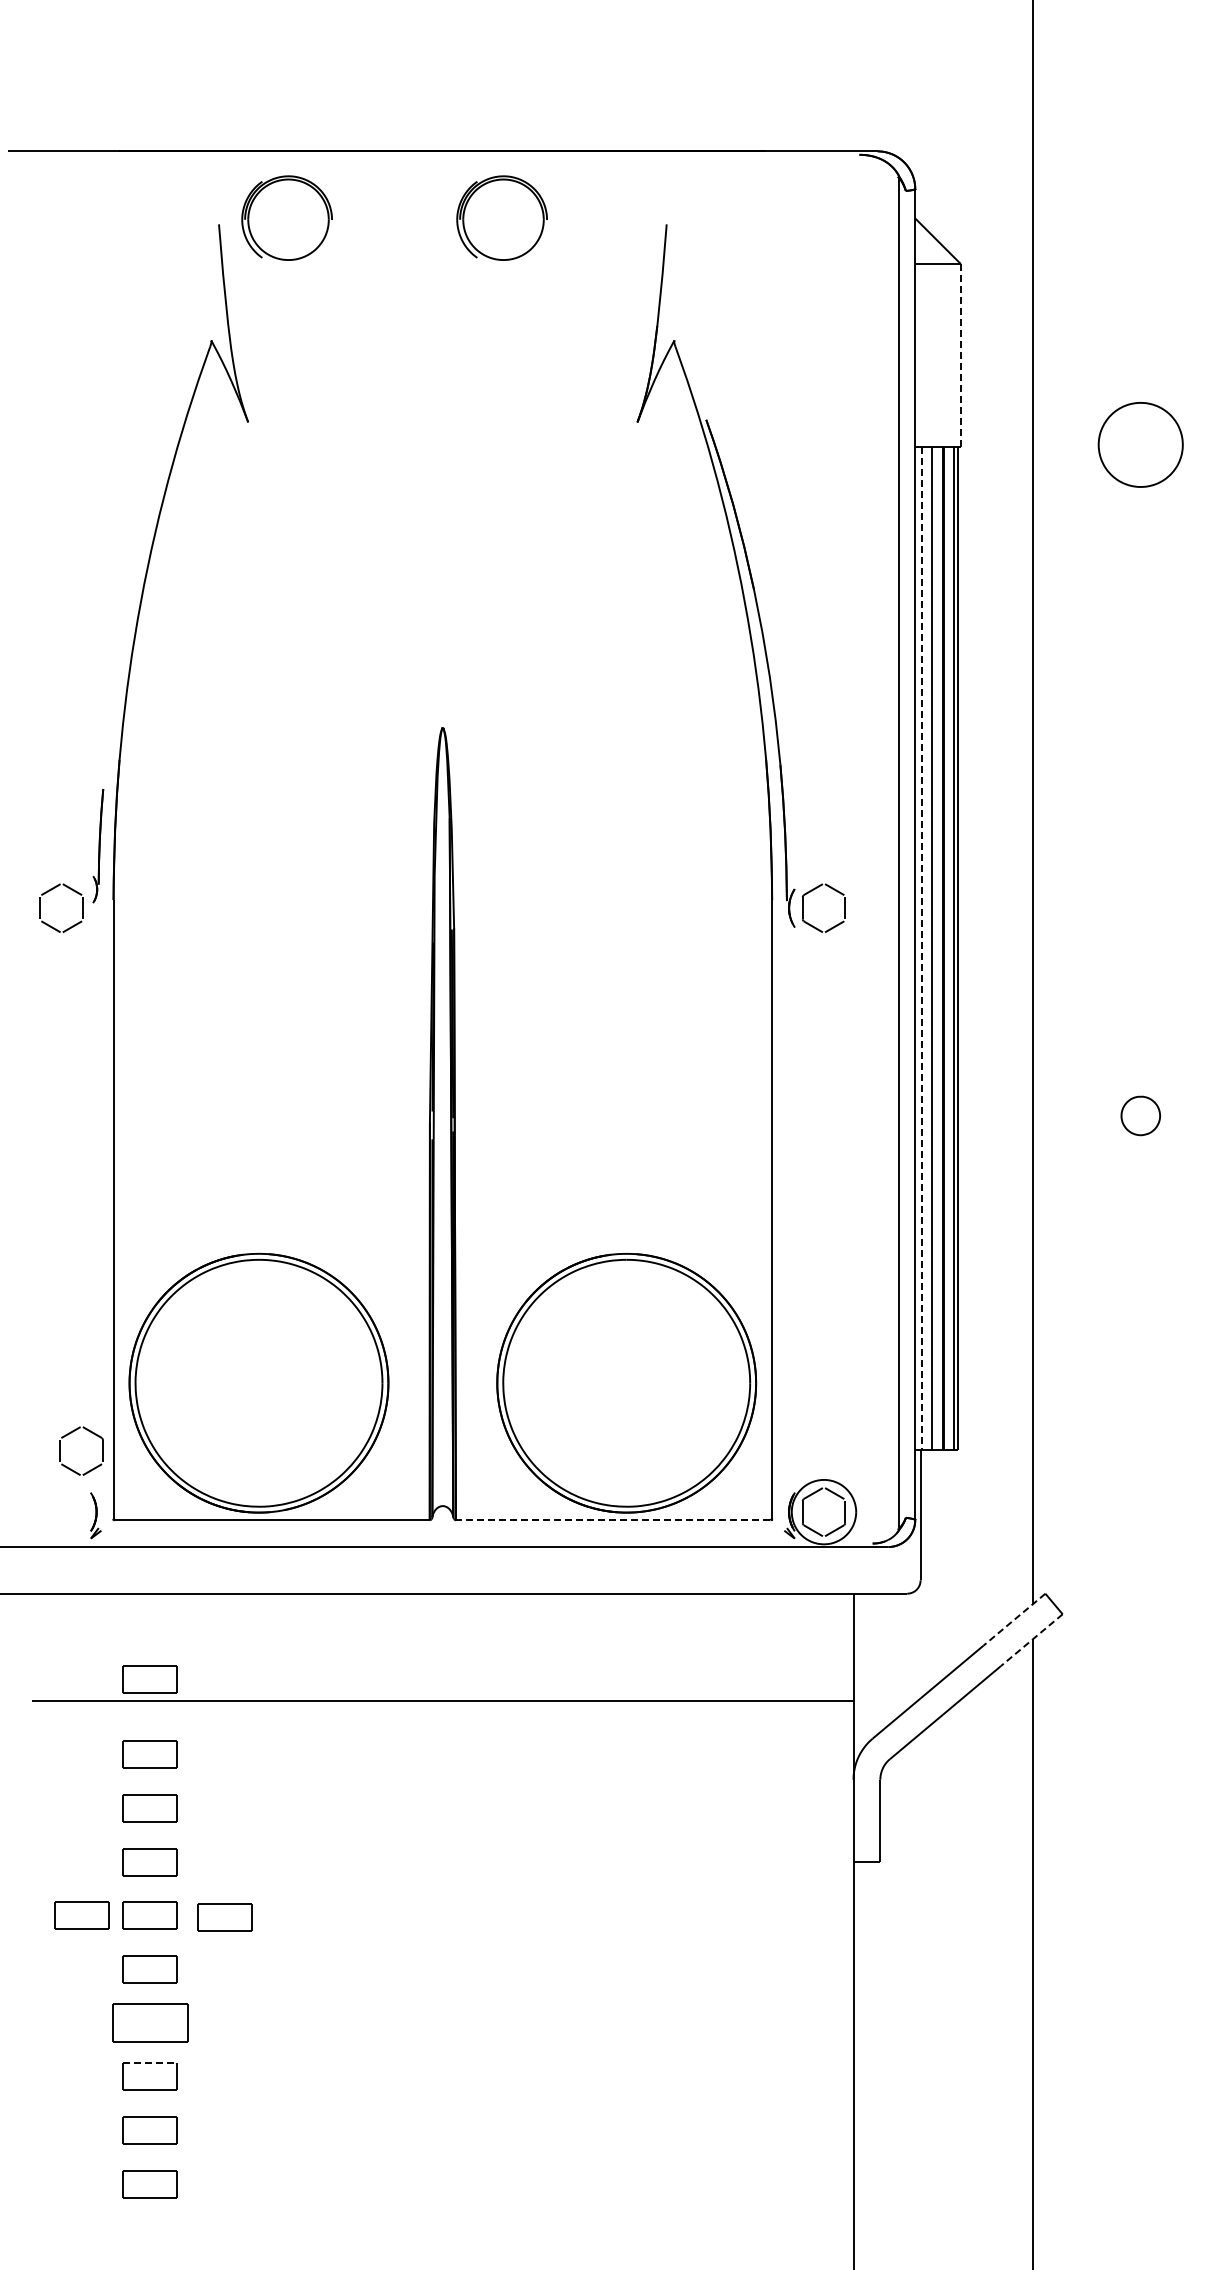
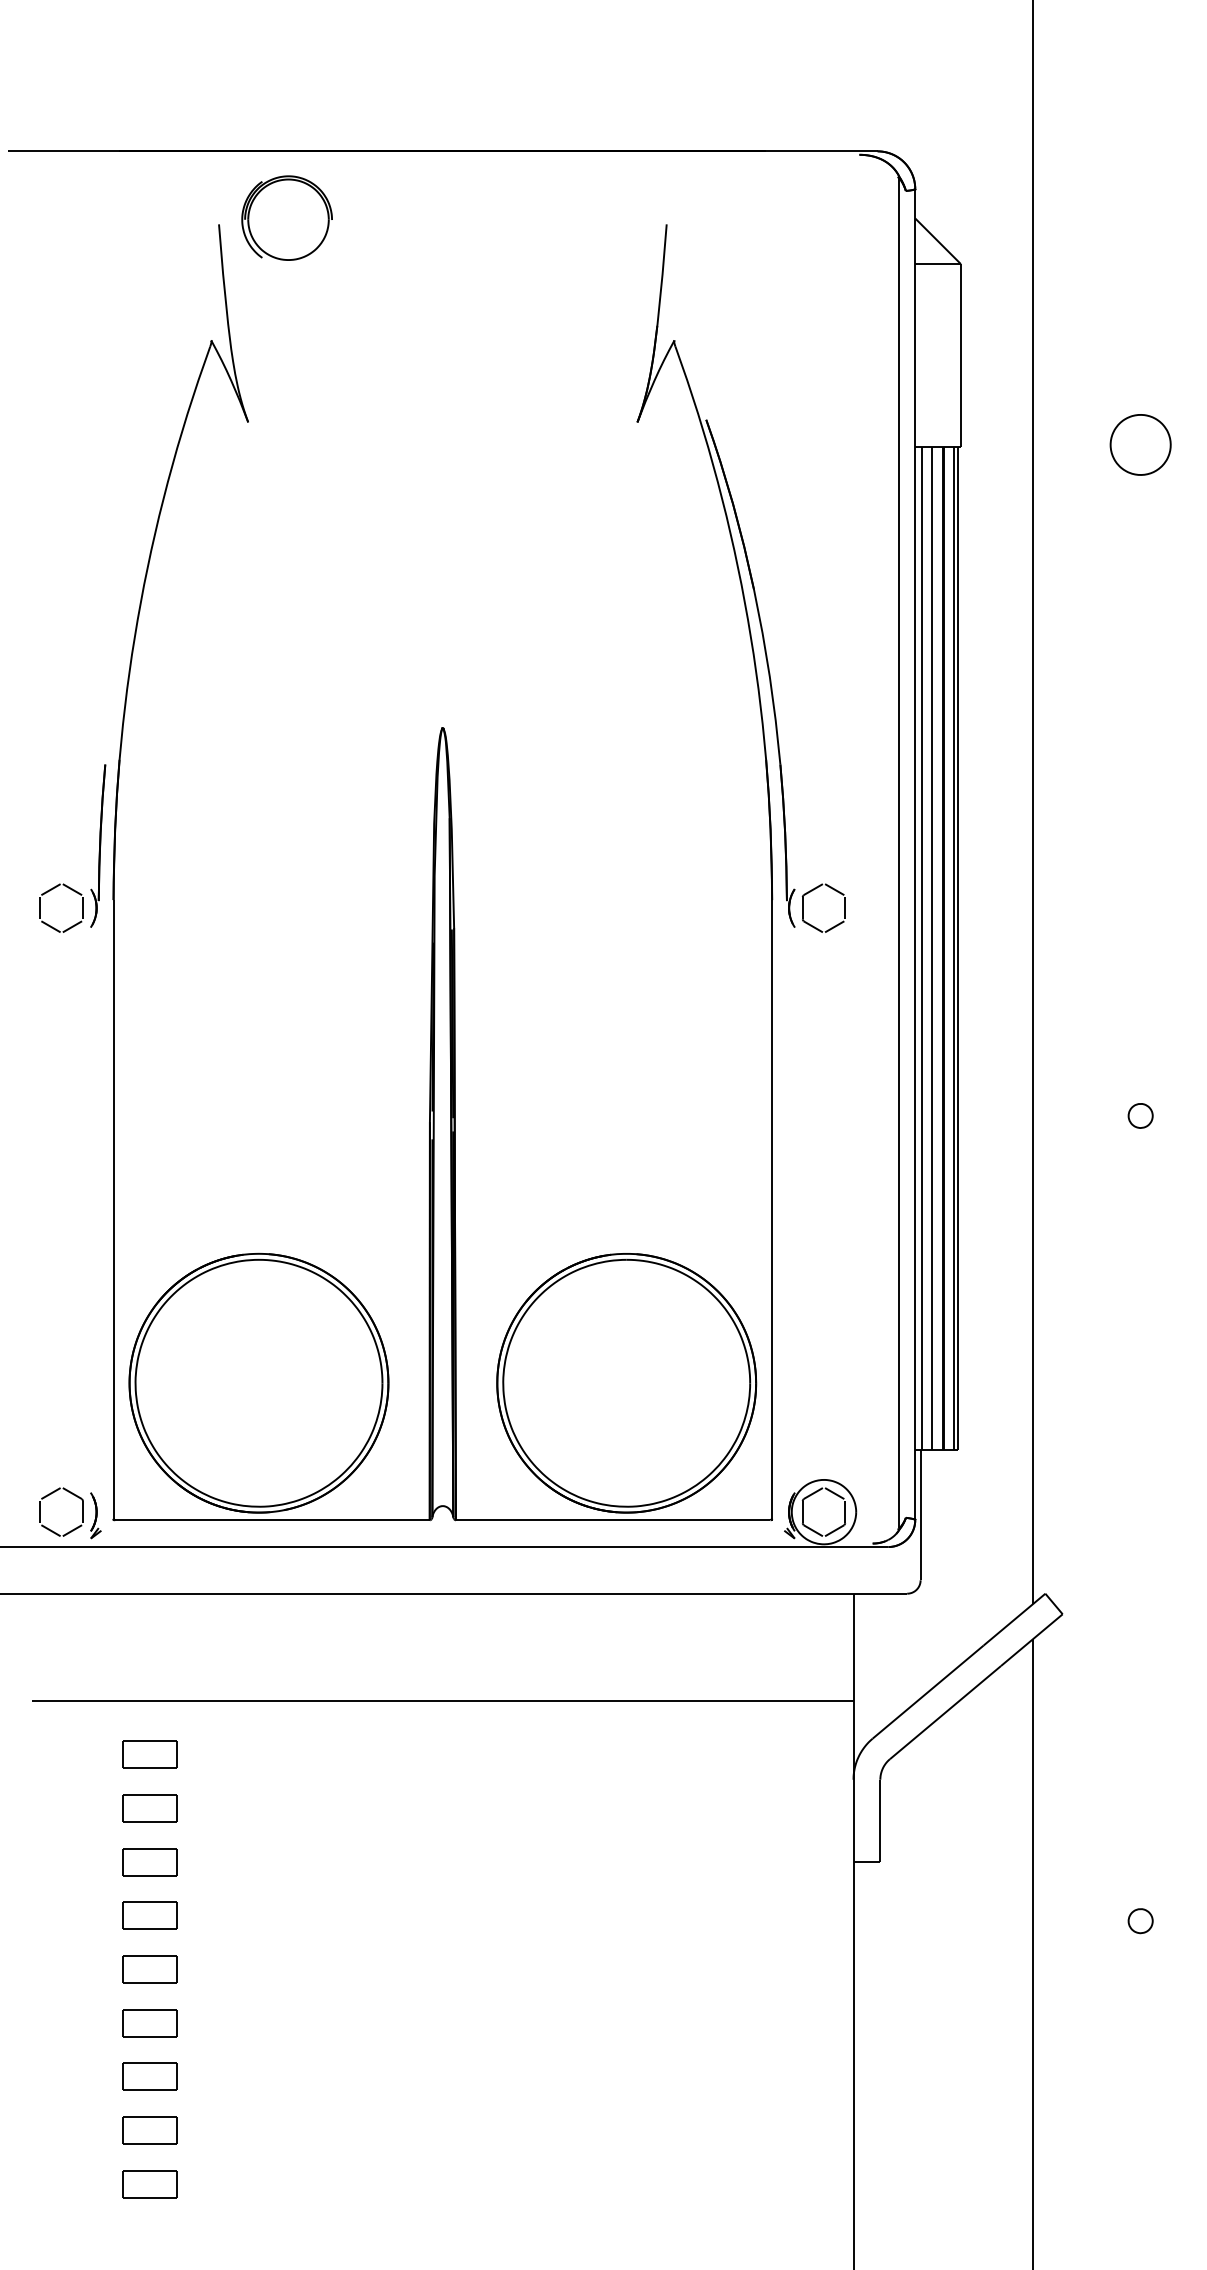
part at (501, 217): present -> none
line at (960, 355): dashed -> solid
part at (1140, 444) size: 87x86 px -> 63x62 px
part at (98, 846) size: 13x115 px -> 17x164 px
line at (922, 948): dashed -> solid
part at (1140, 1115) size: 41x42 px -> 27x26 px
part at (73, 1432) position: (73, 1432) -> (53, 1493)
line at (612, 1520): dashed -> solid
line at (1014, 1619): dashed -> solid
line at (1031, 1640): dashed -> solid
part at (149, 1679): present -> none
part at (81, 1915): present -> none
part at (224, 1917): present -> none
part at (1140, 1921): none -> present
part at (150, 2022) size: 77x40 px -> 56x29 px
line at (150, 2063): dashed -> solid
